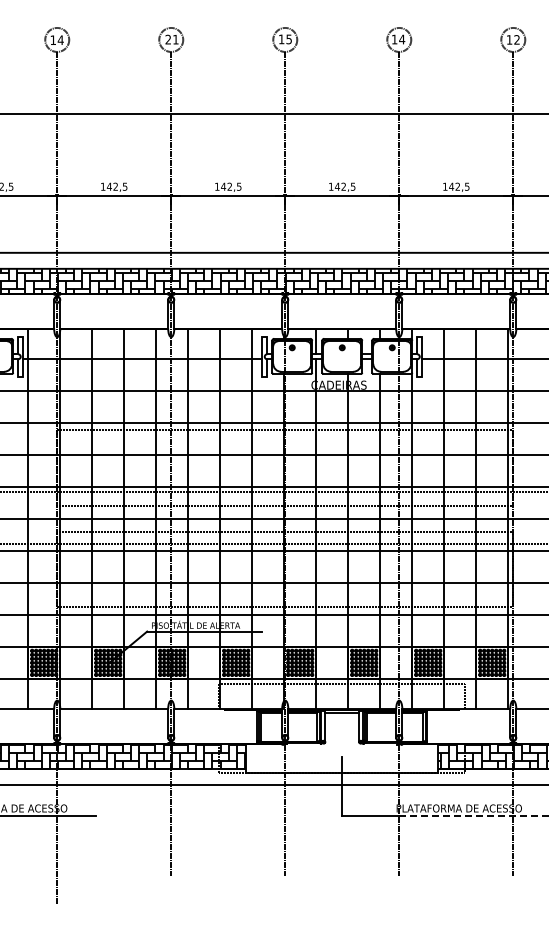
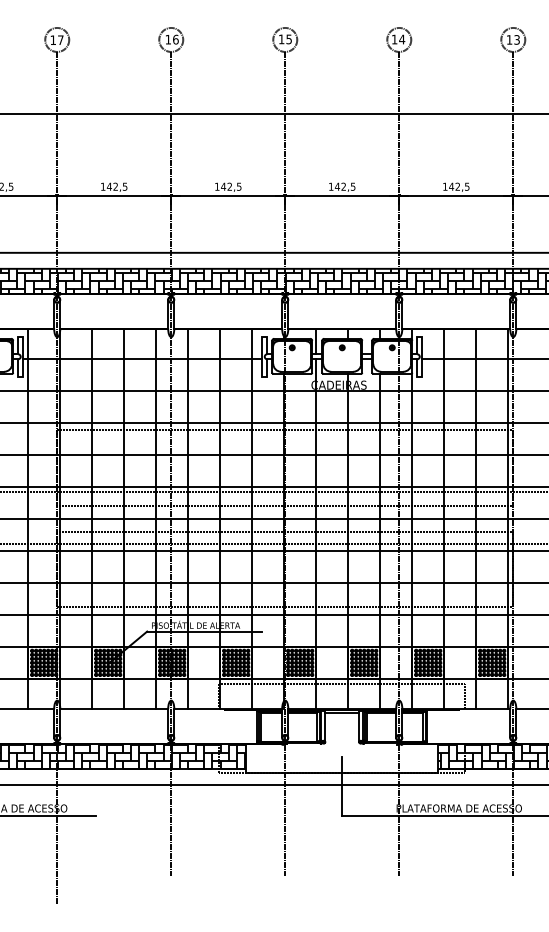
text at (60, 39): 14 -> 17
text at (171, 39): 21 -> 16
text at (516, 39): 12 -> 13
line at (473, 816): dashed -> solid
